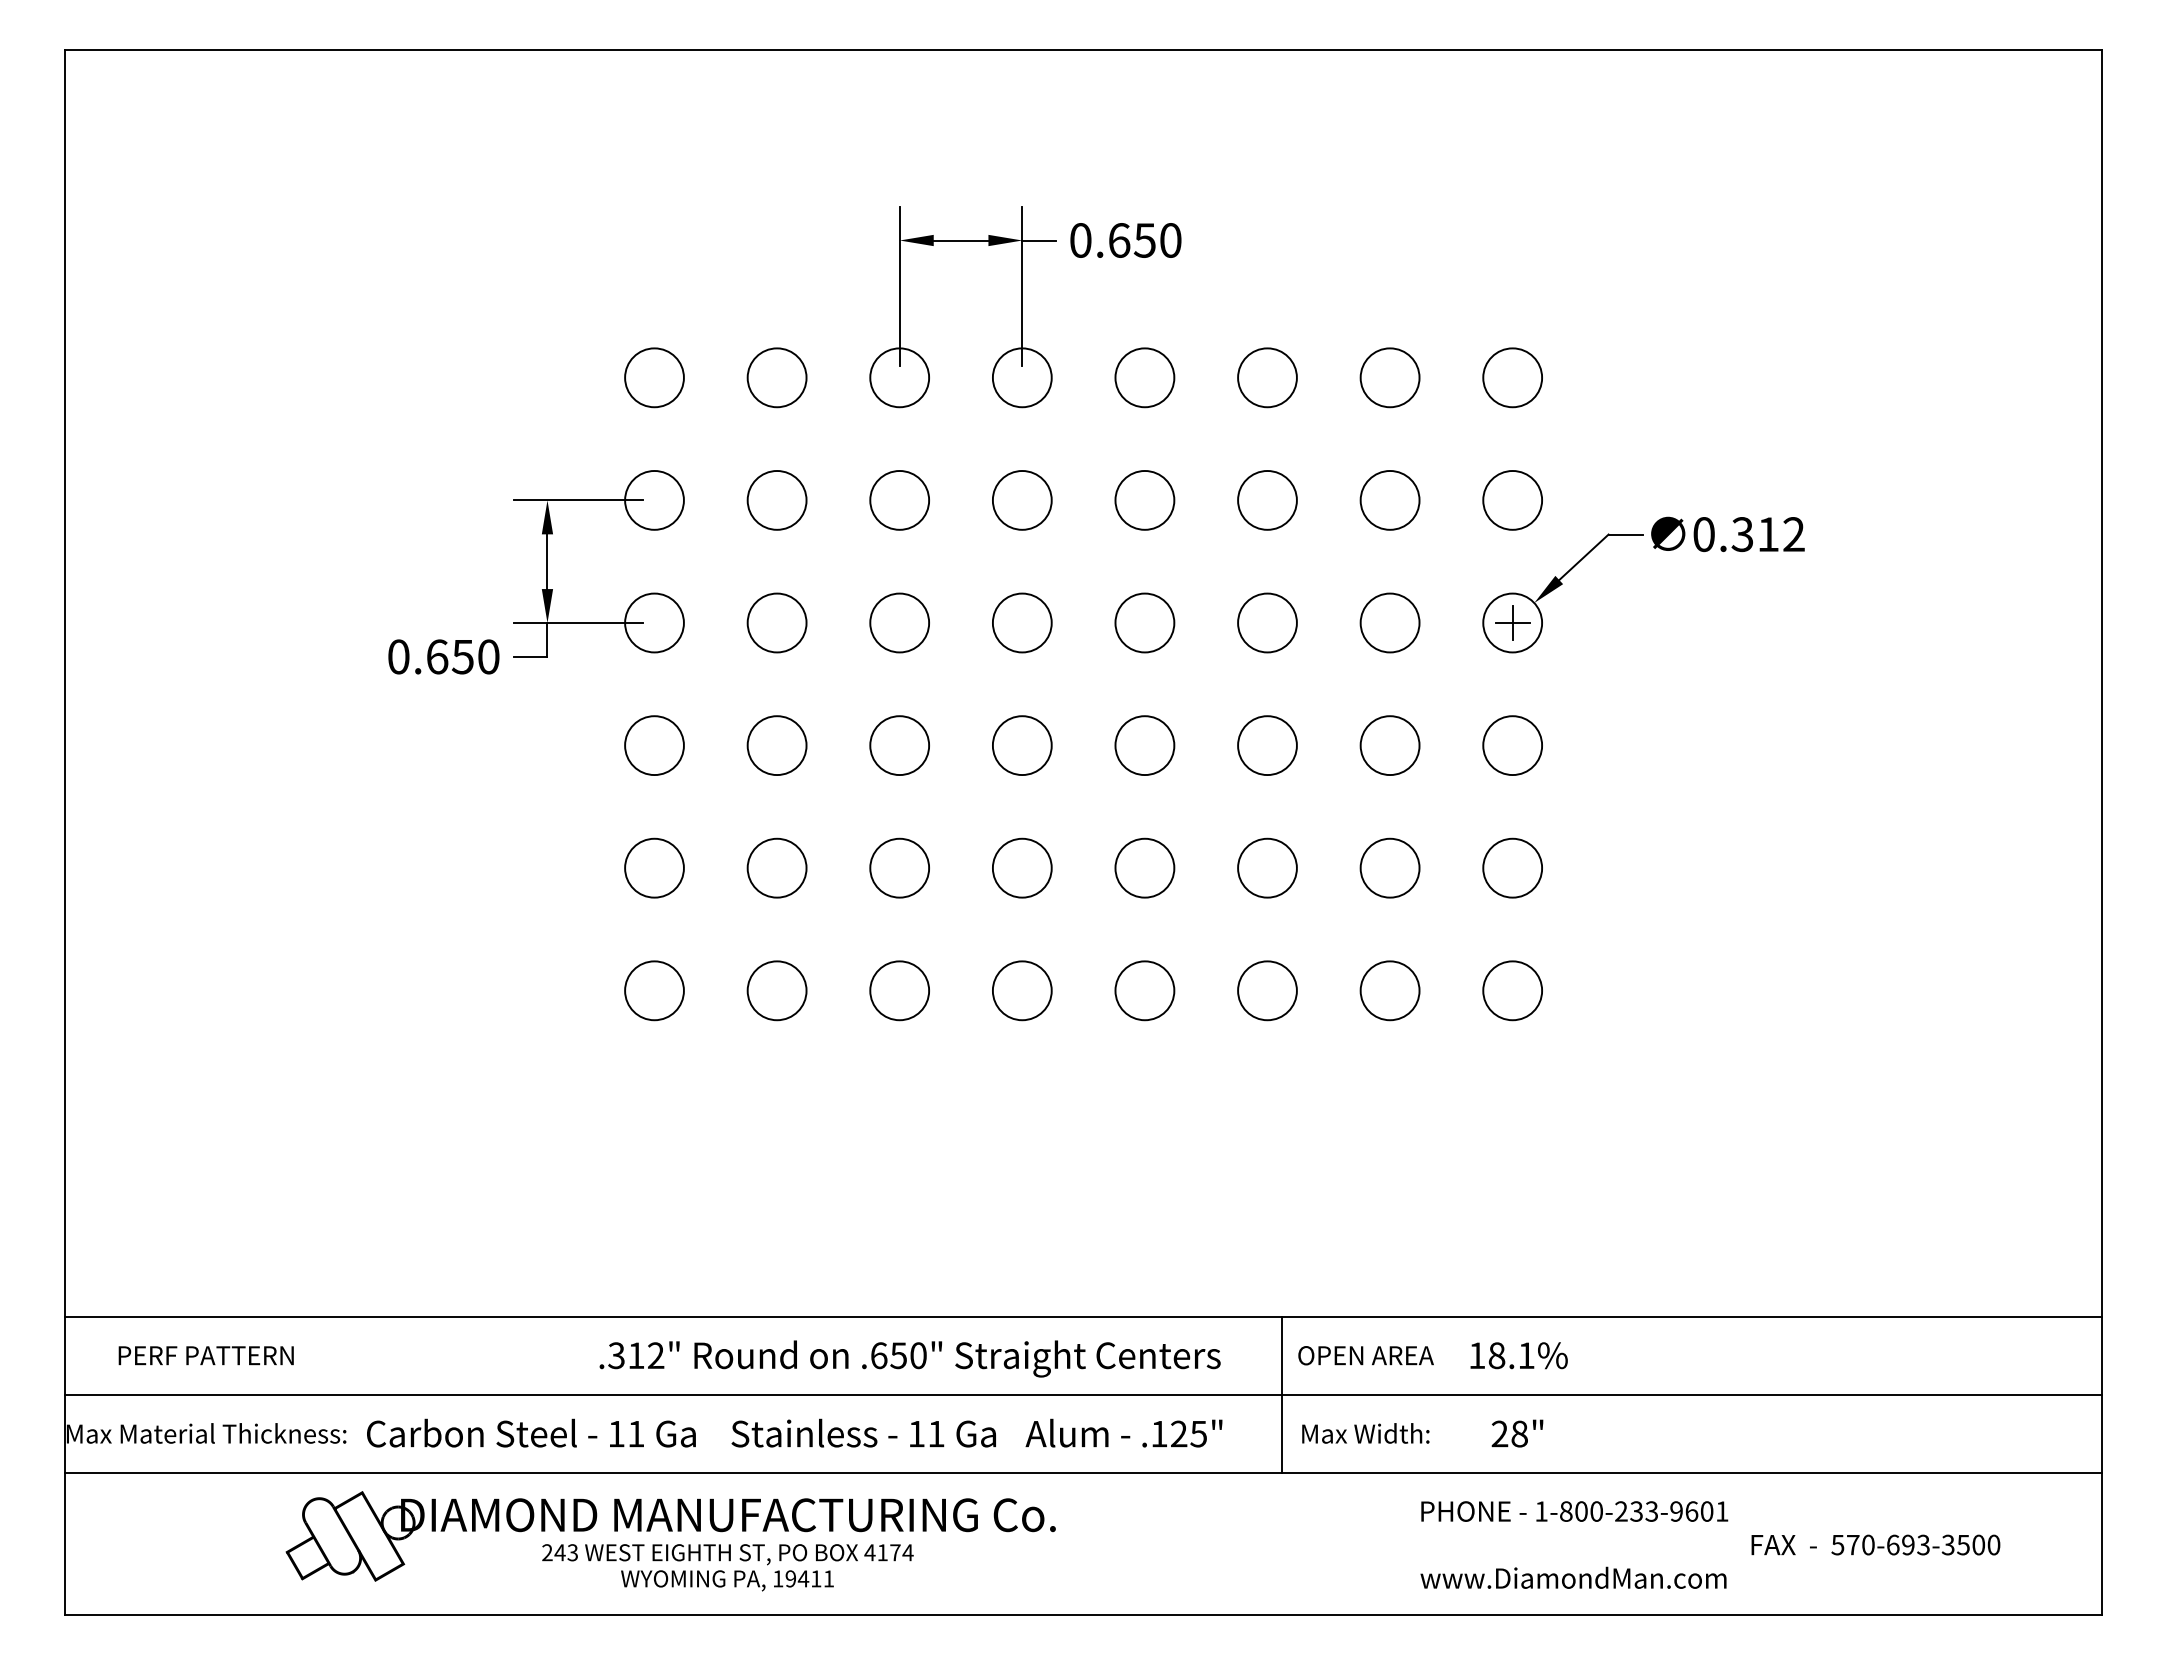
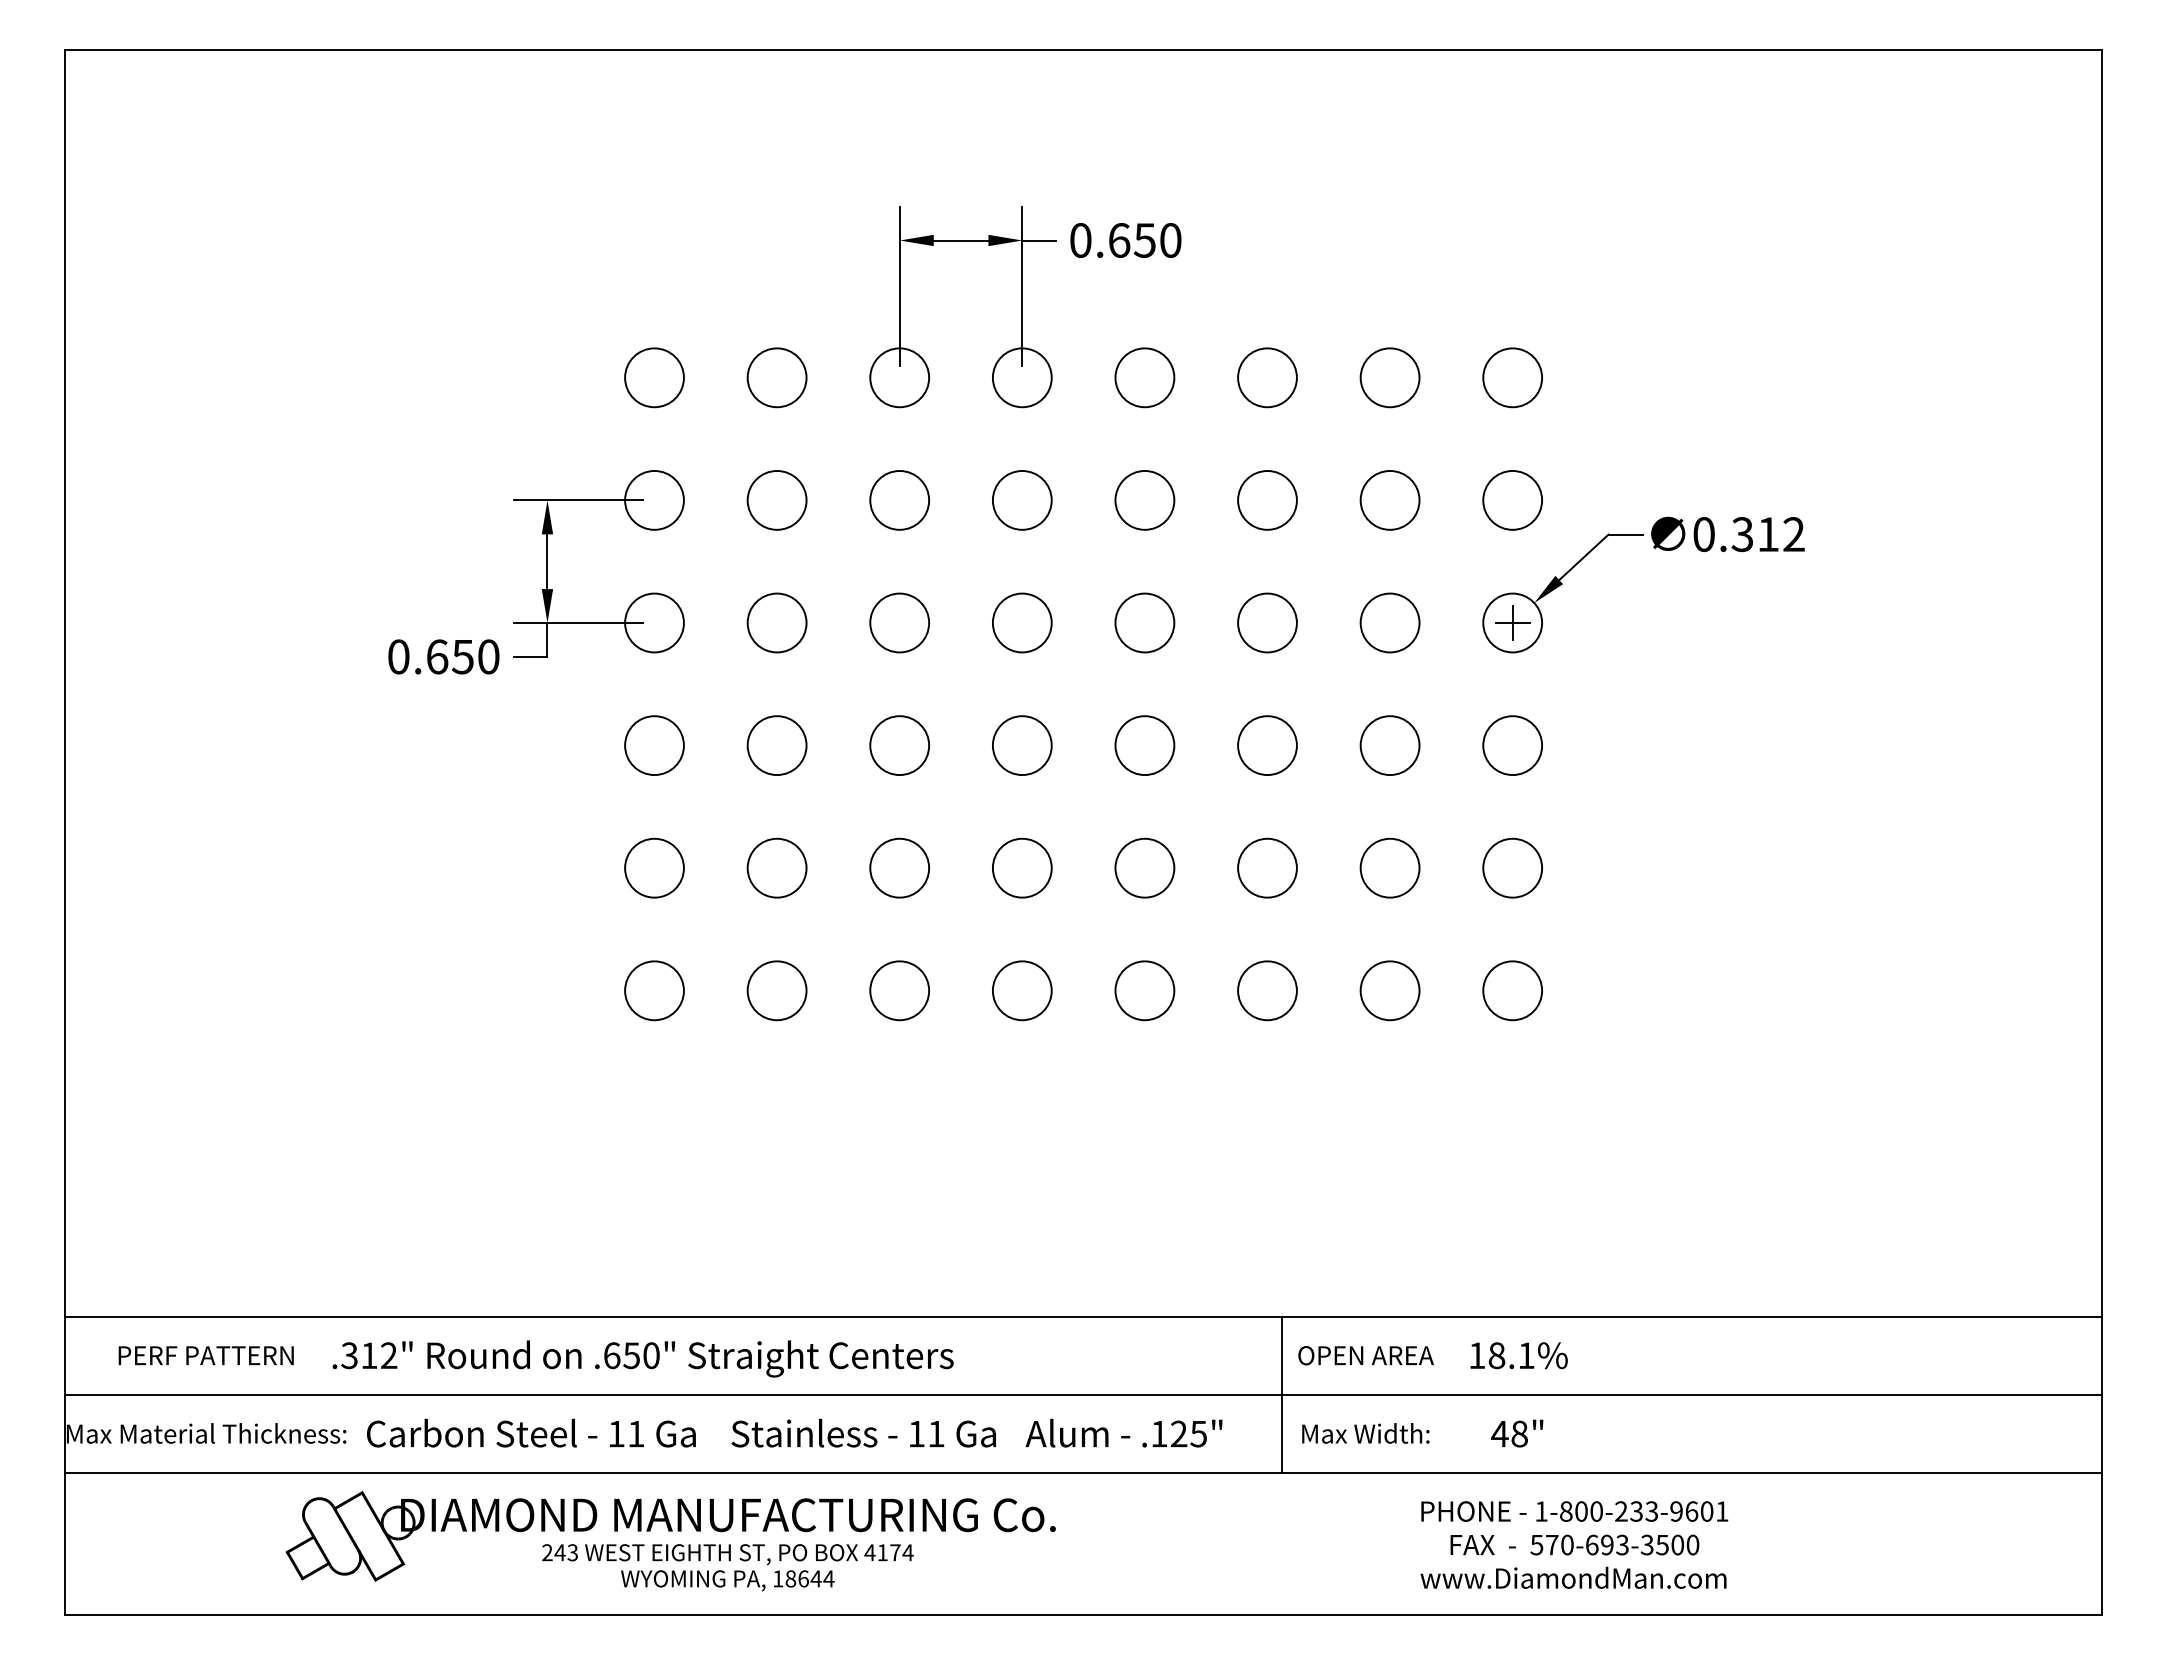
text at (909, 1358) position: (909, 1358) -> (642, 1358)
text at (1499, 1433): 28" -> 48"
text at (1875, 1544) position: (1875, 1544) -> (1574, 1544)
text at (809, 1578): 19411 -> 18644
